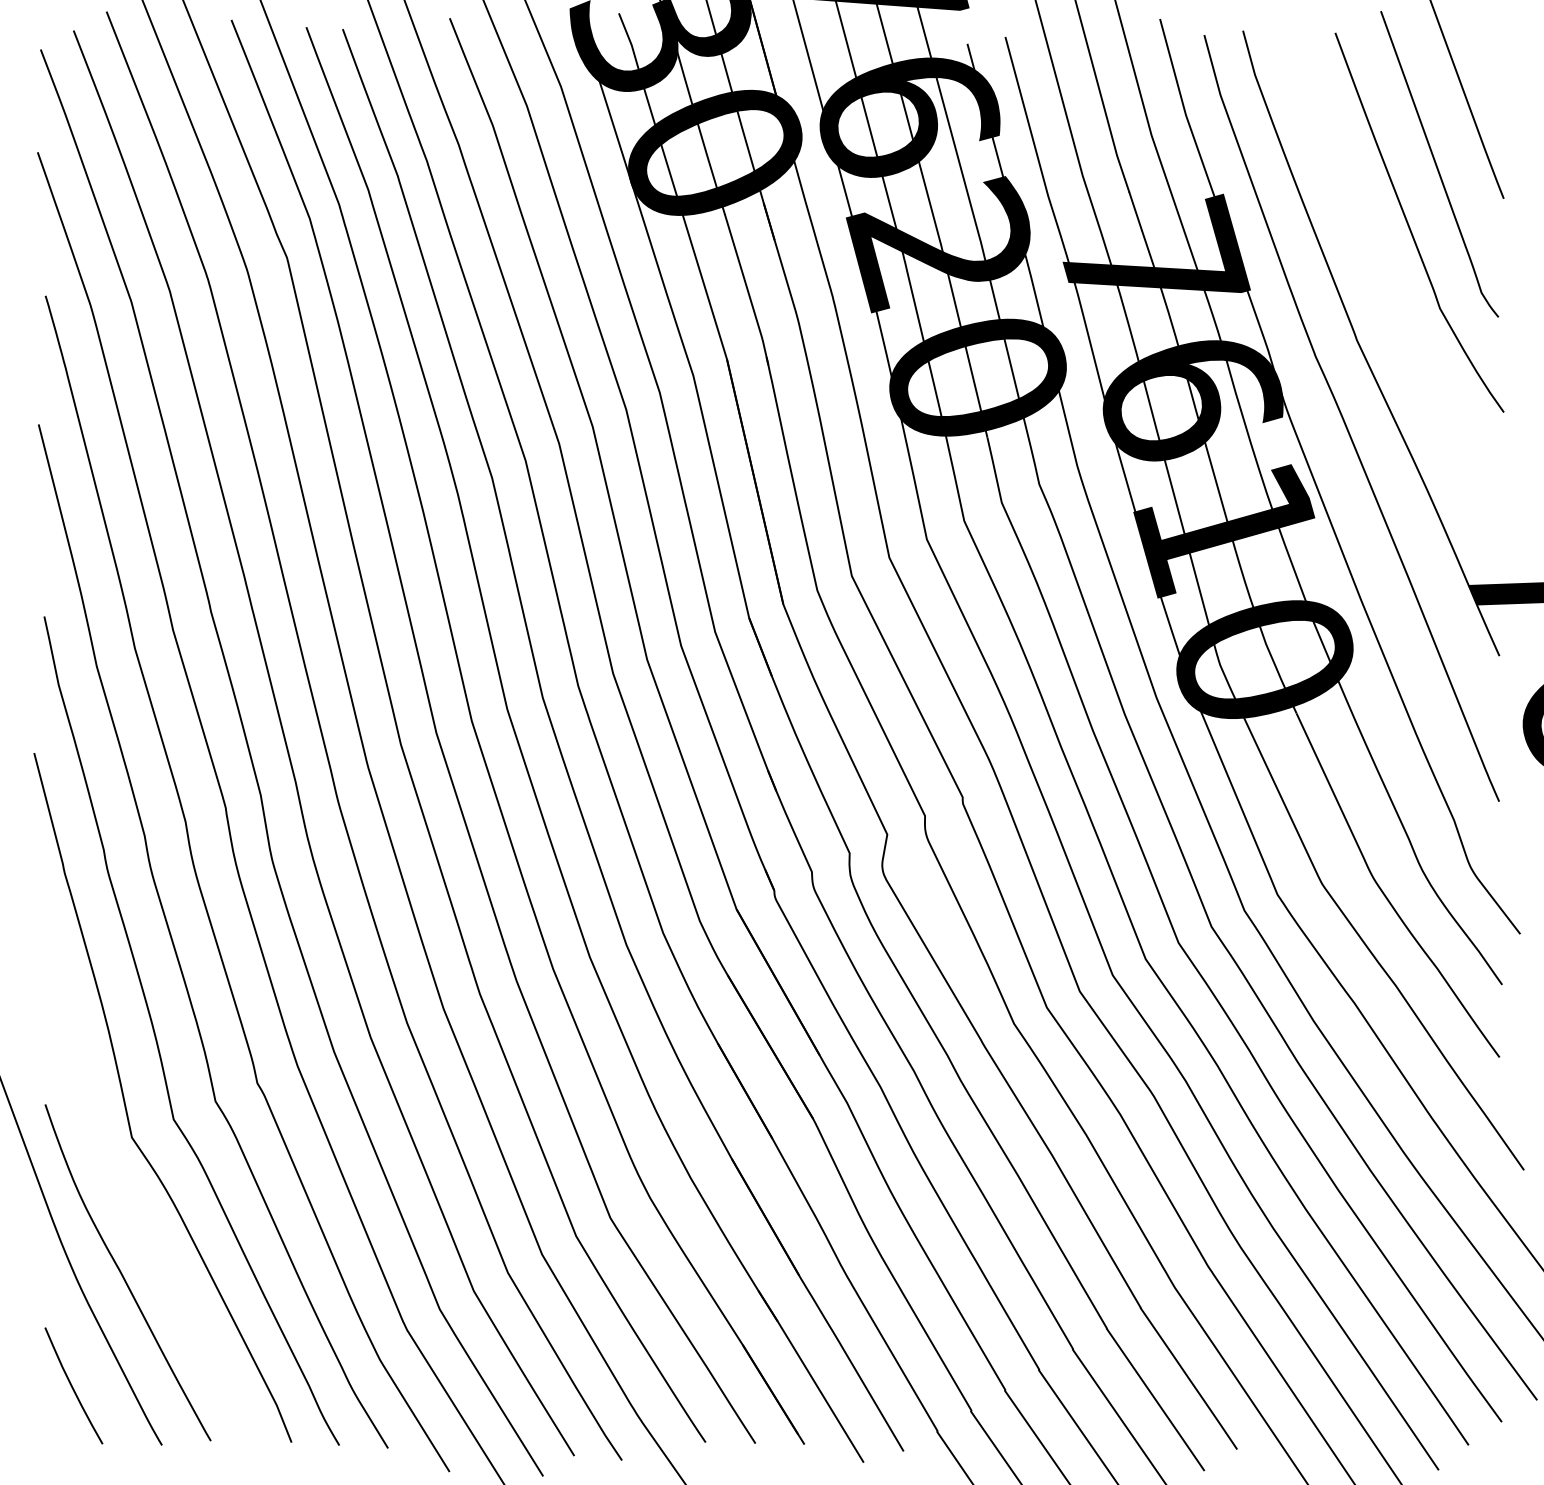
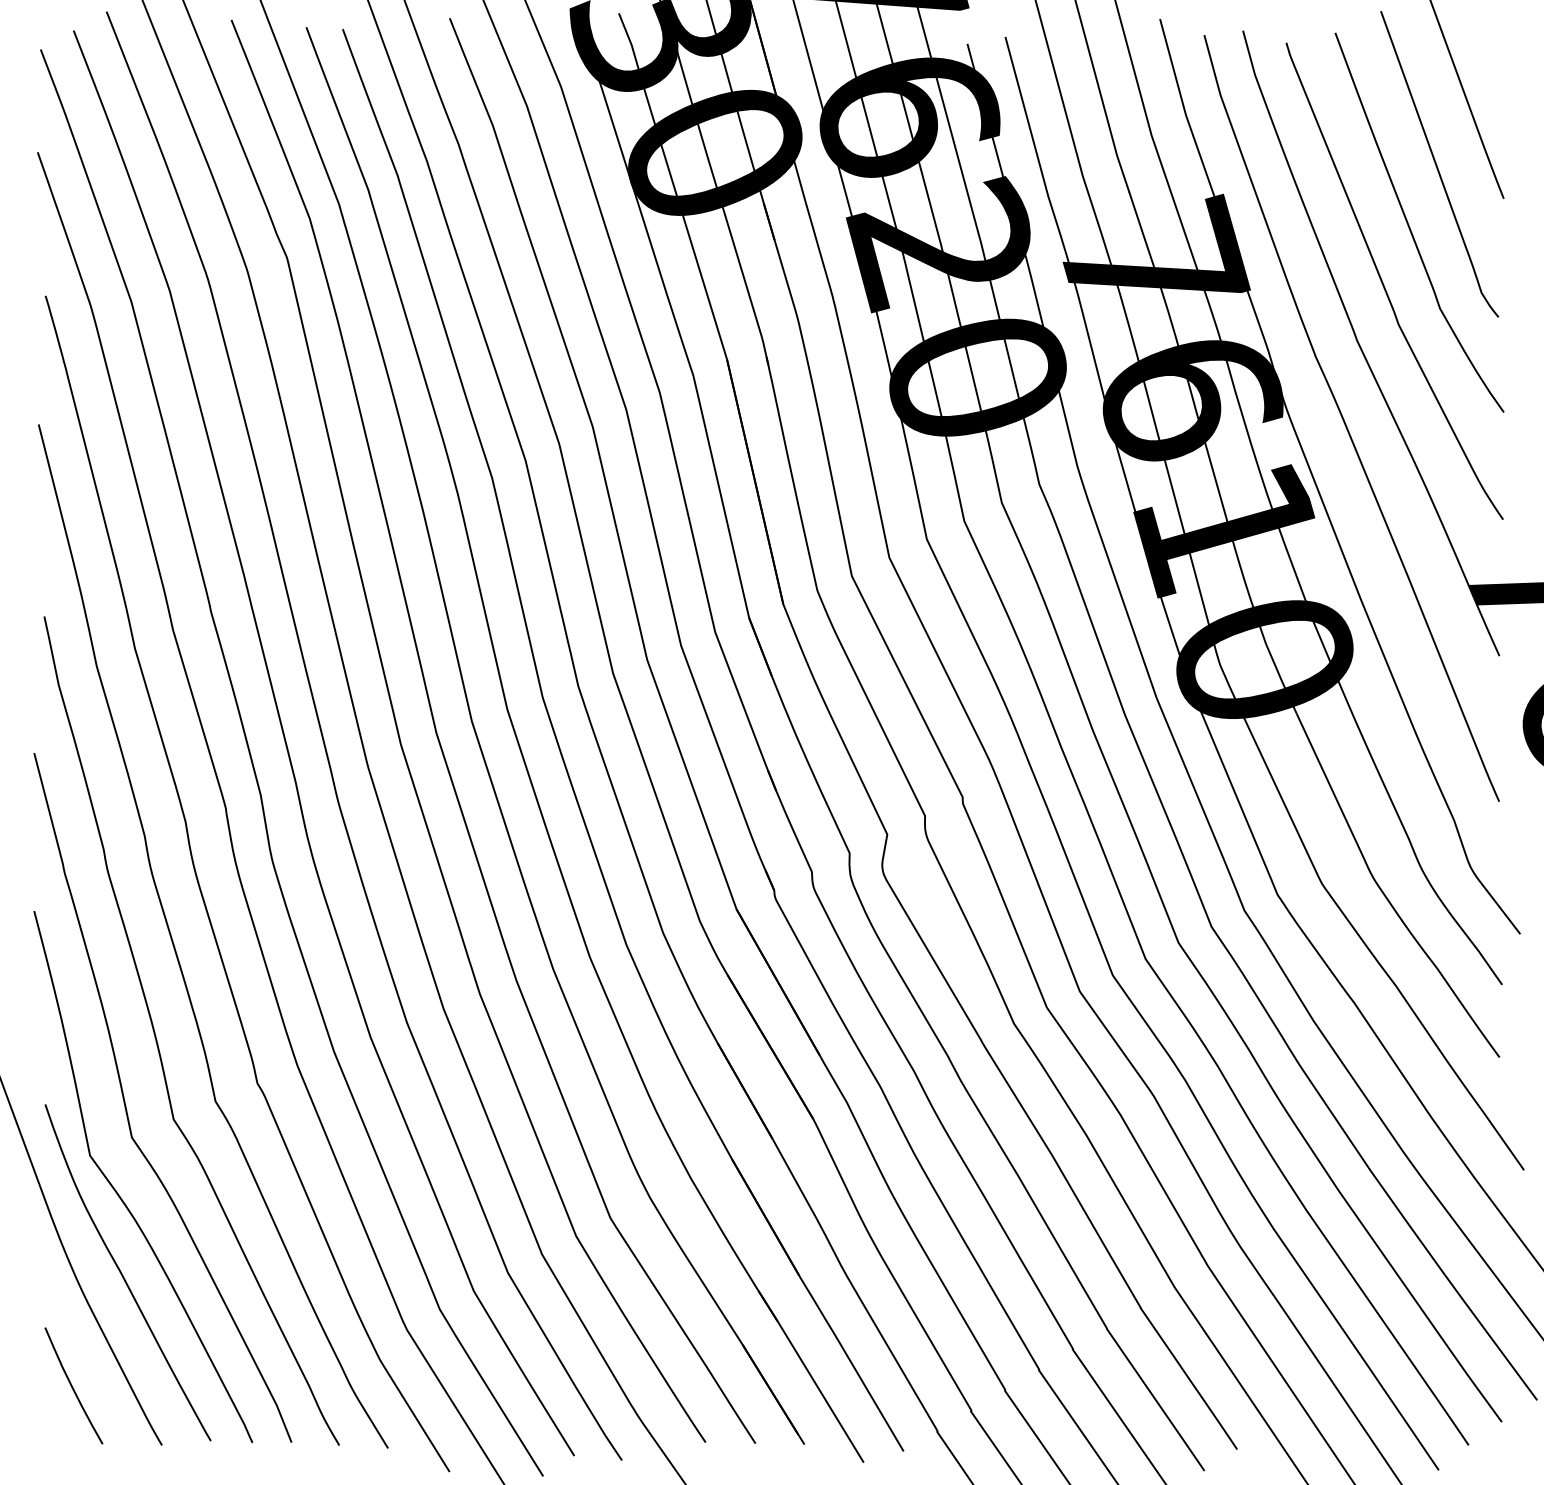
curve at (1384, 284): none -> present
curve at (119, 1194): none -> present
